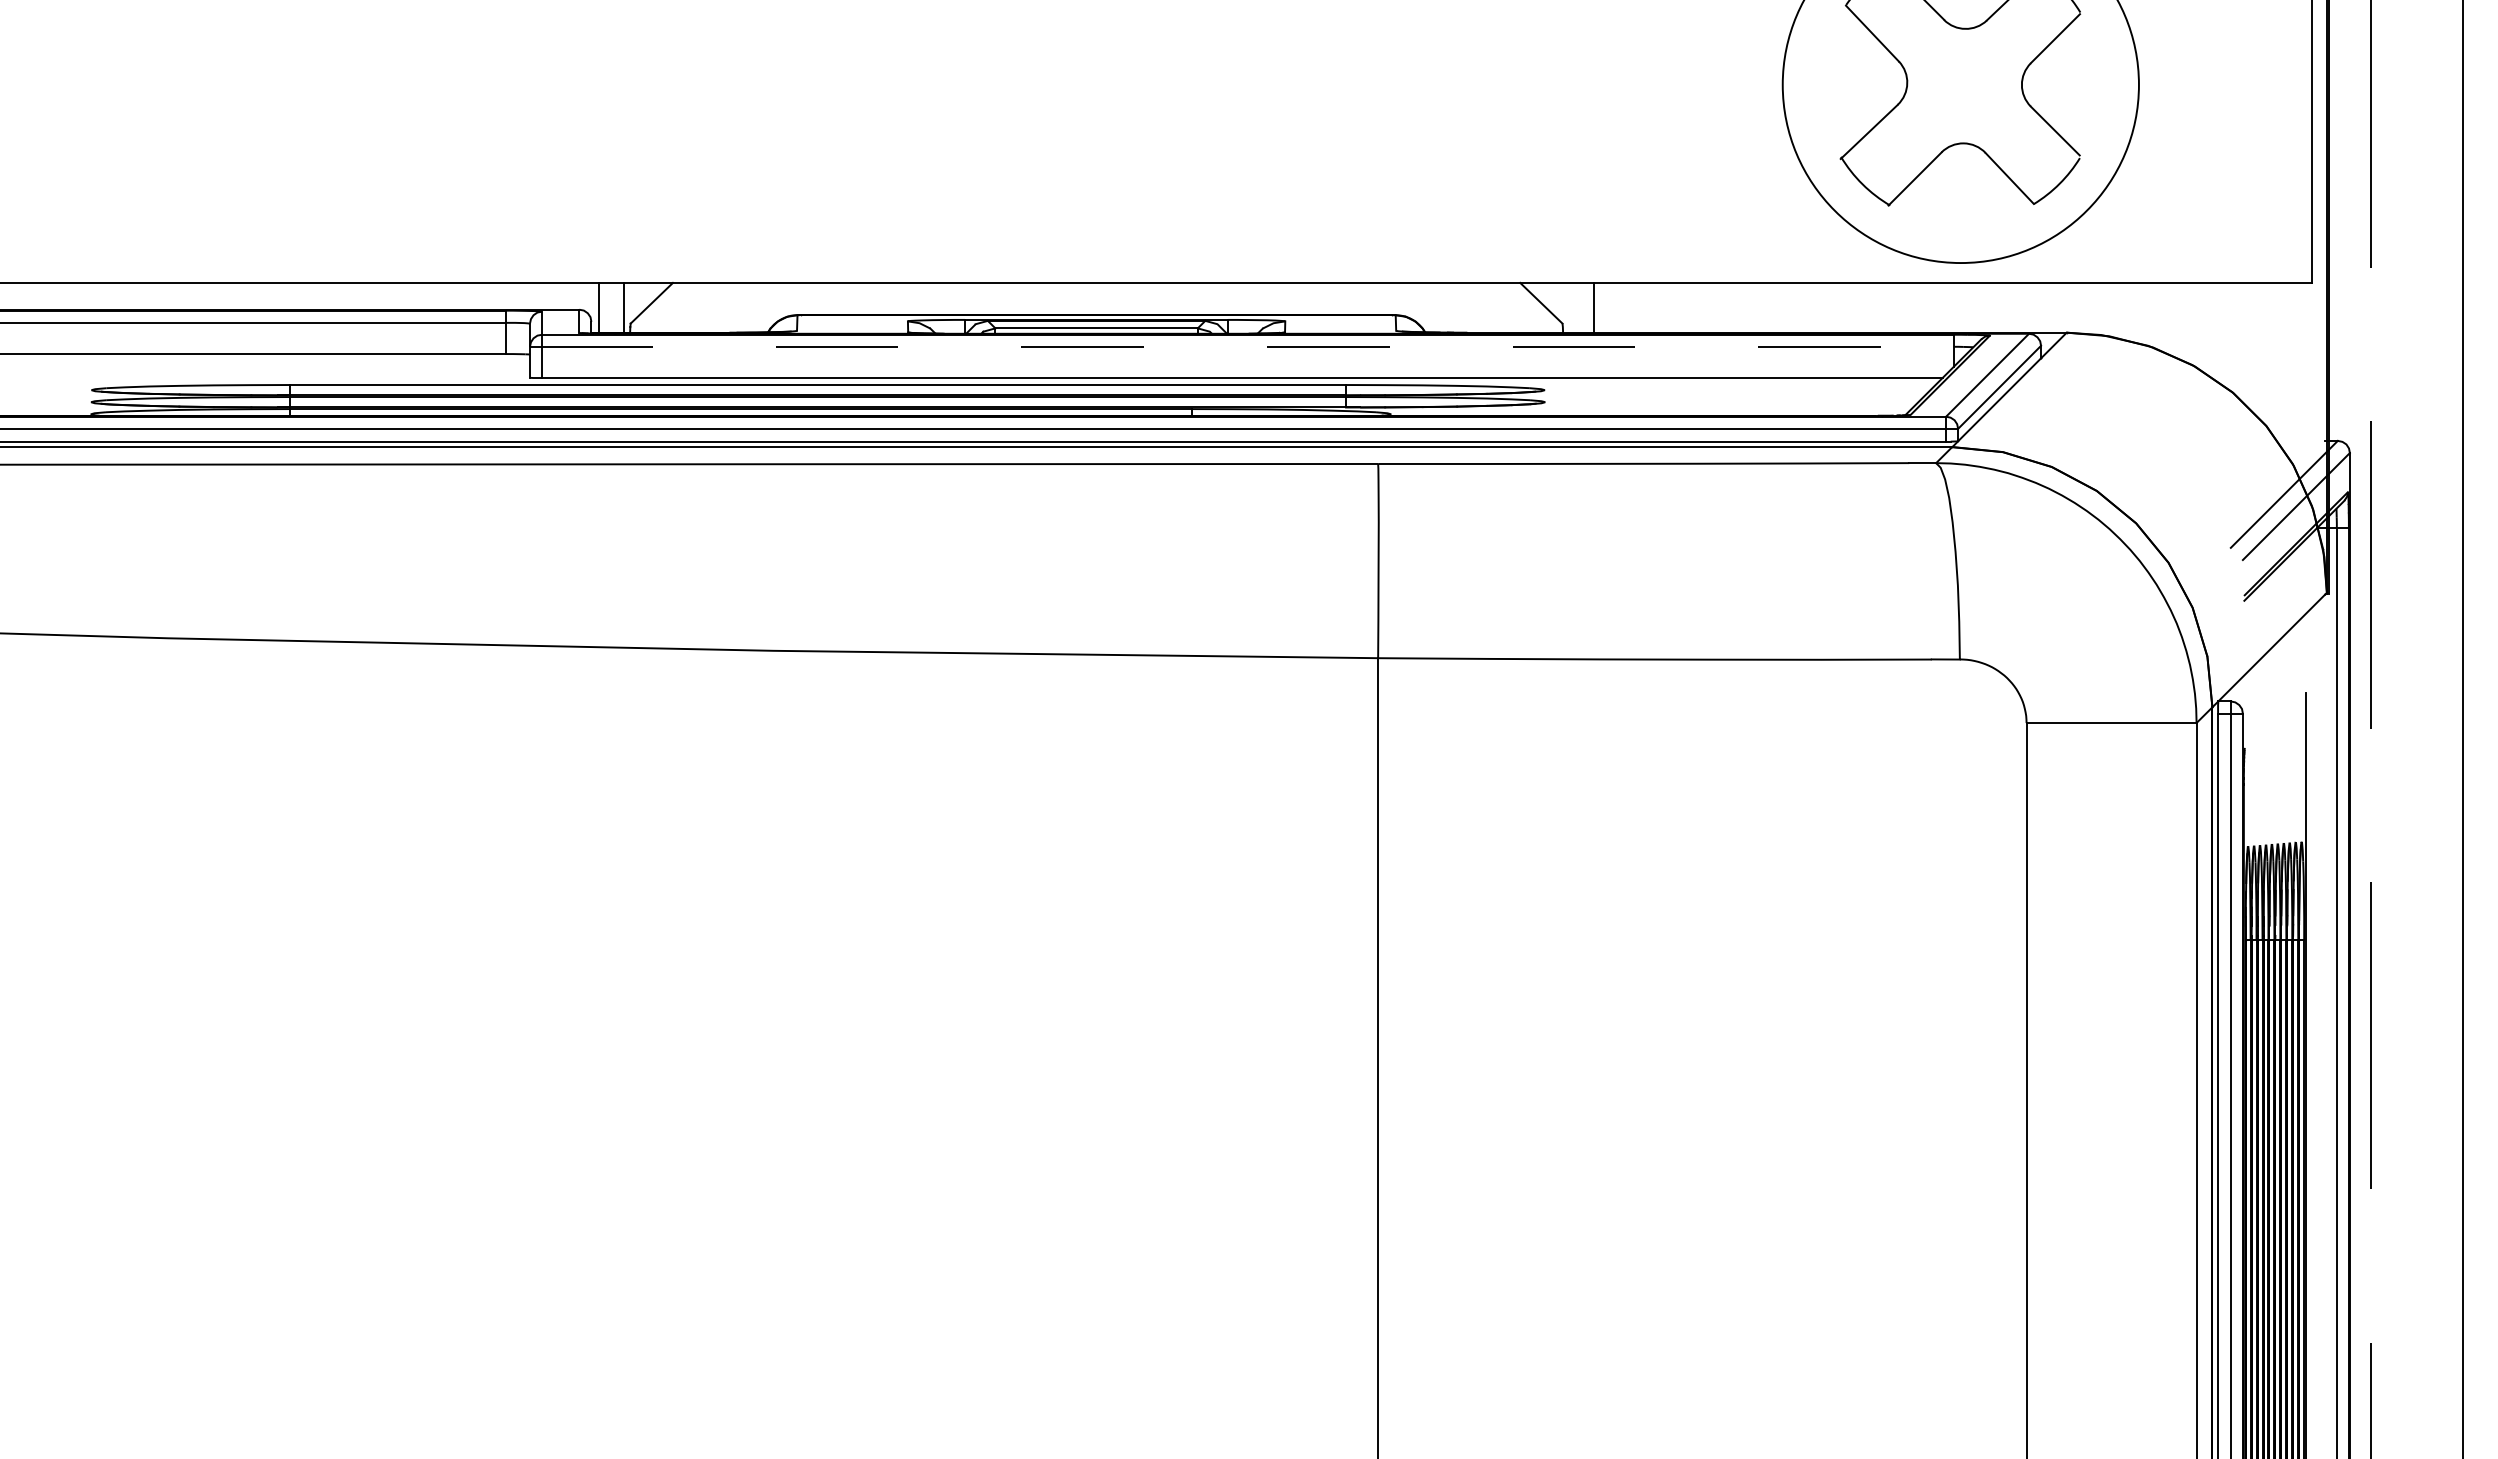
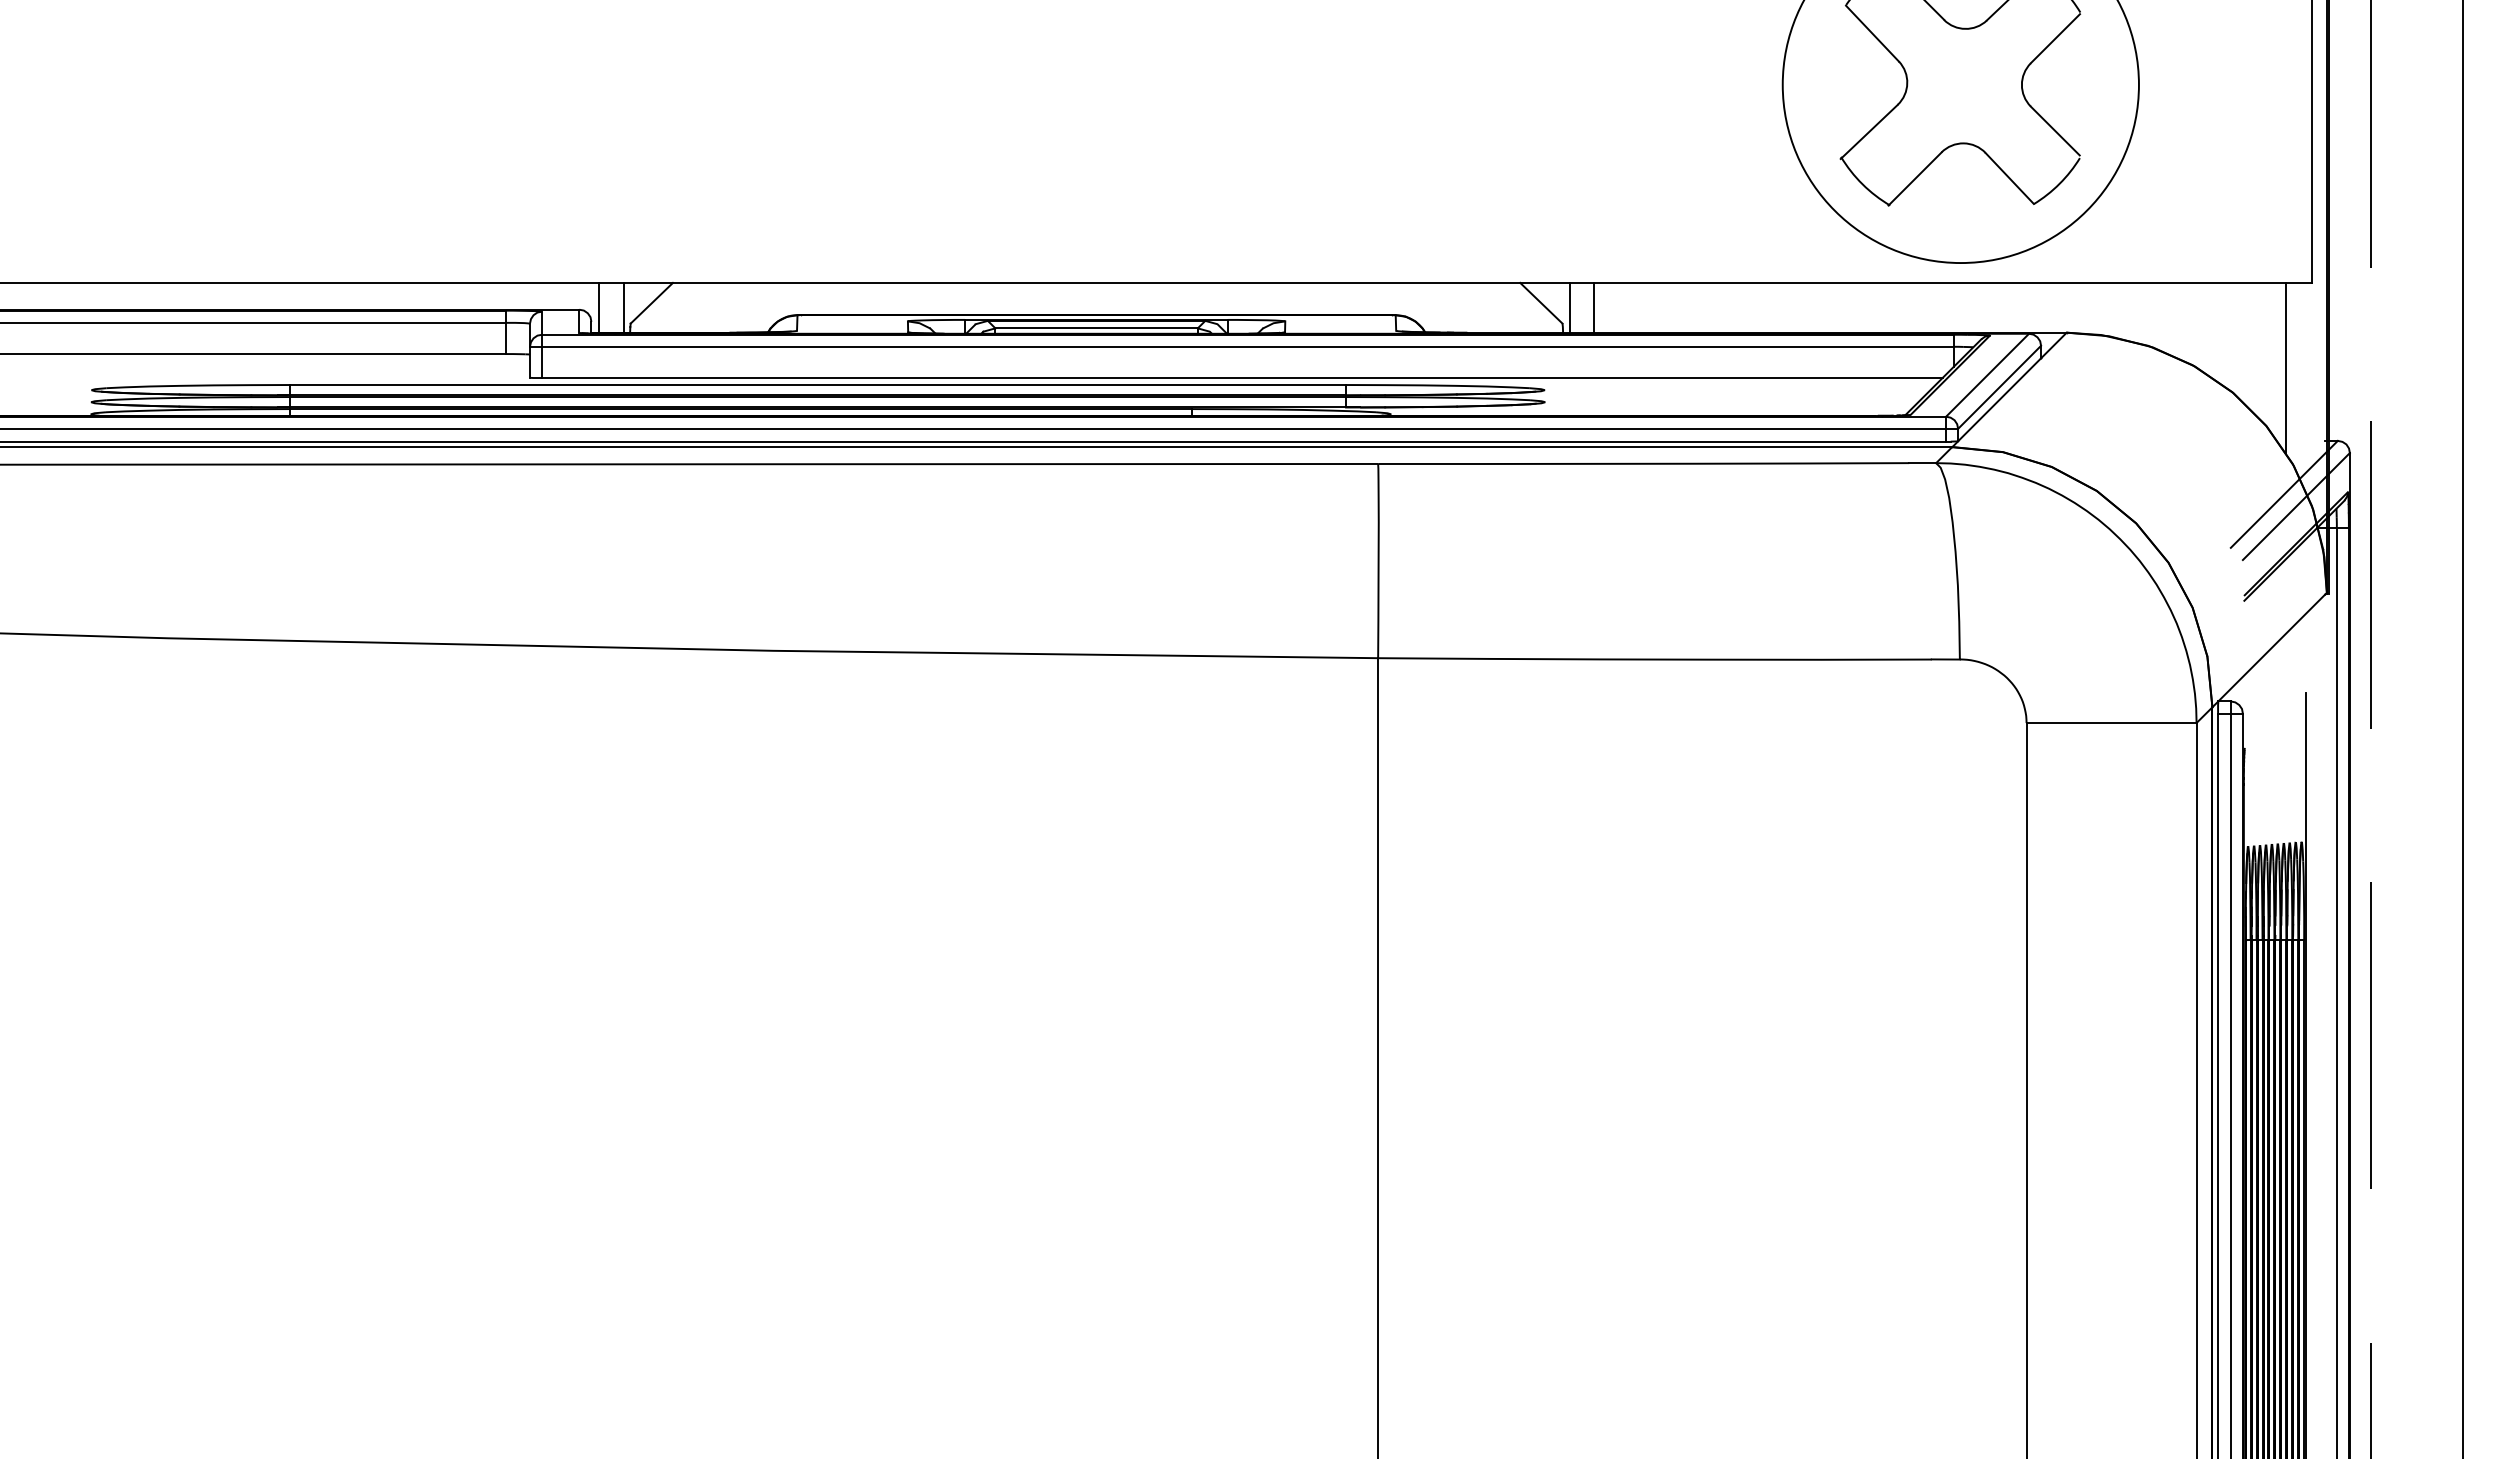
line at (1569, 307): none -> present
line at (1241, 346): dashed -> solid
line at (2285, 368): none -> present
